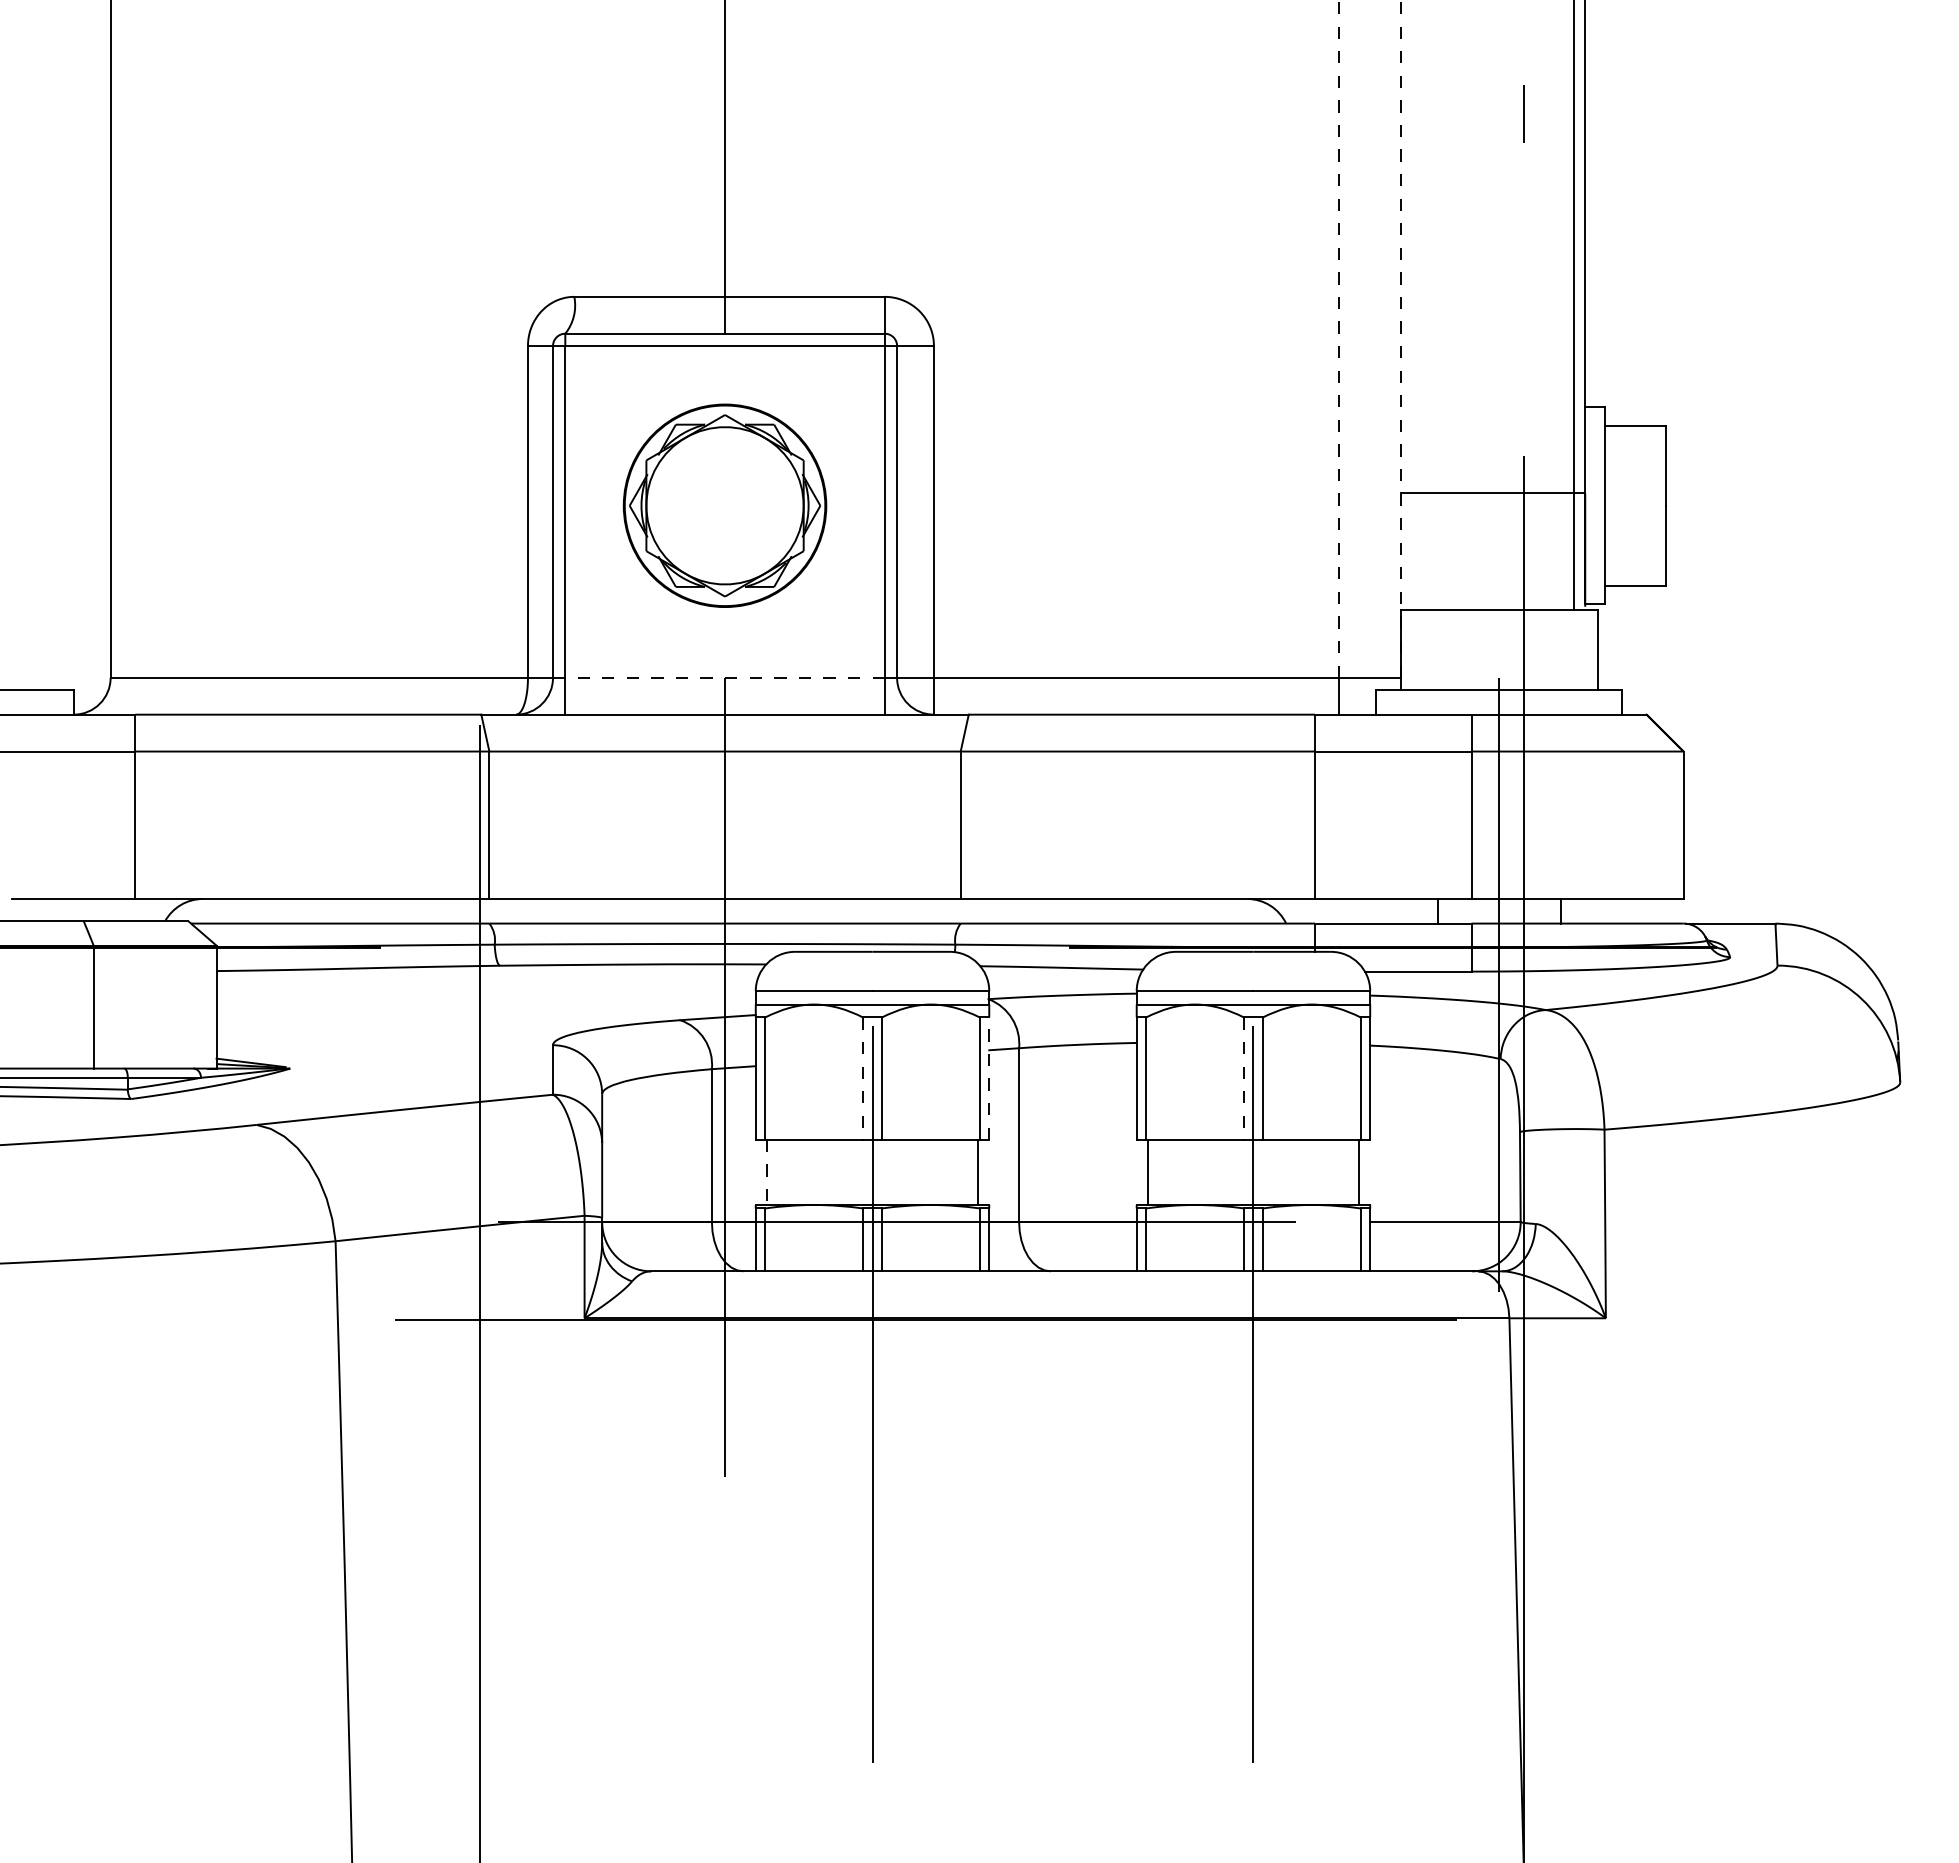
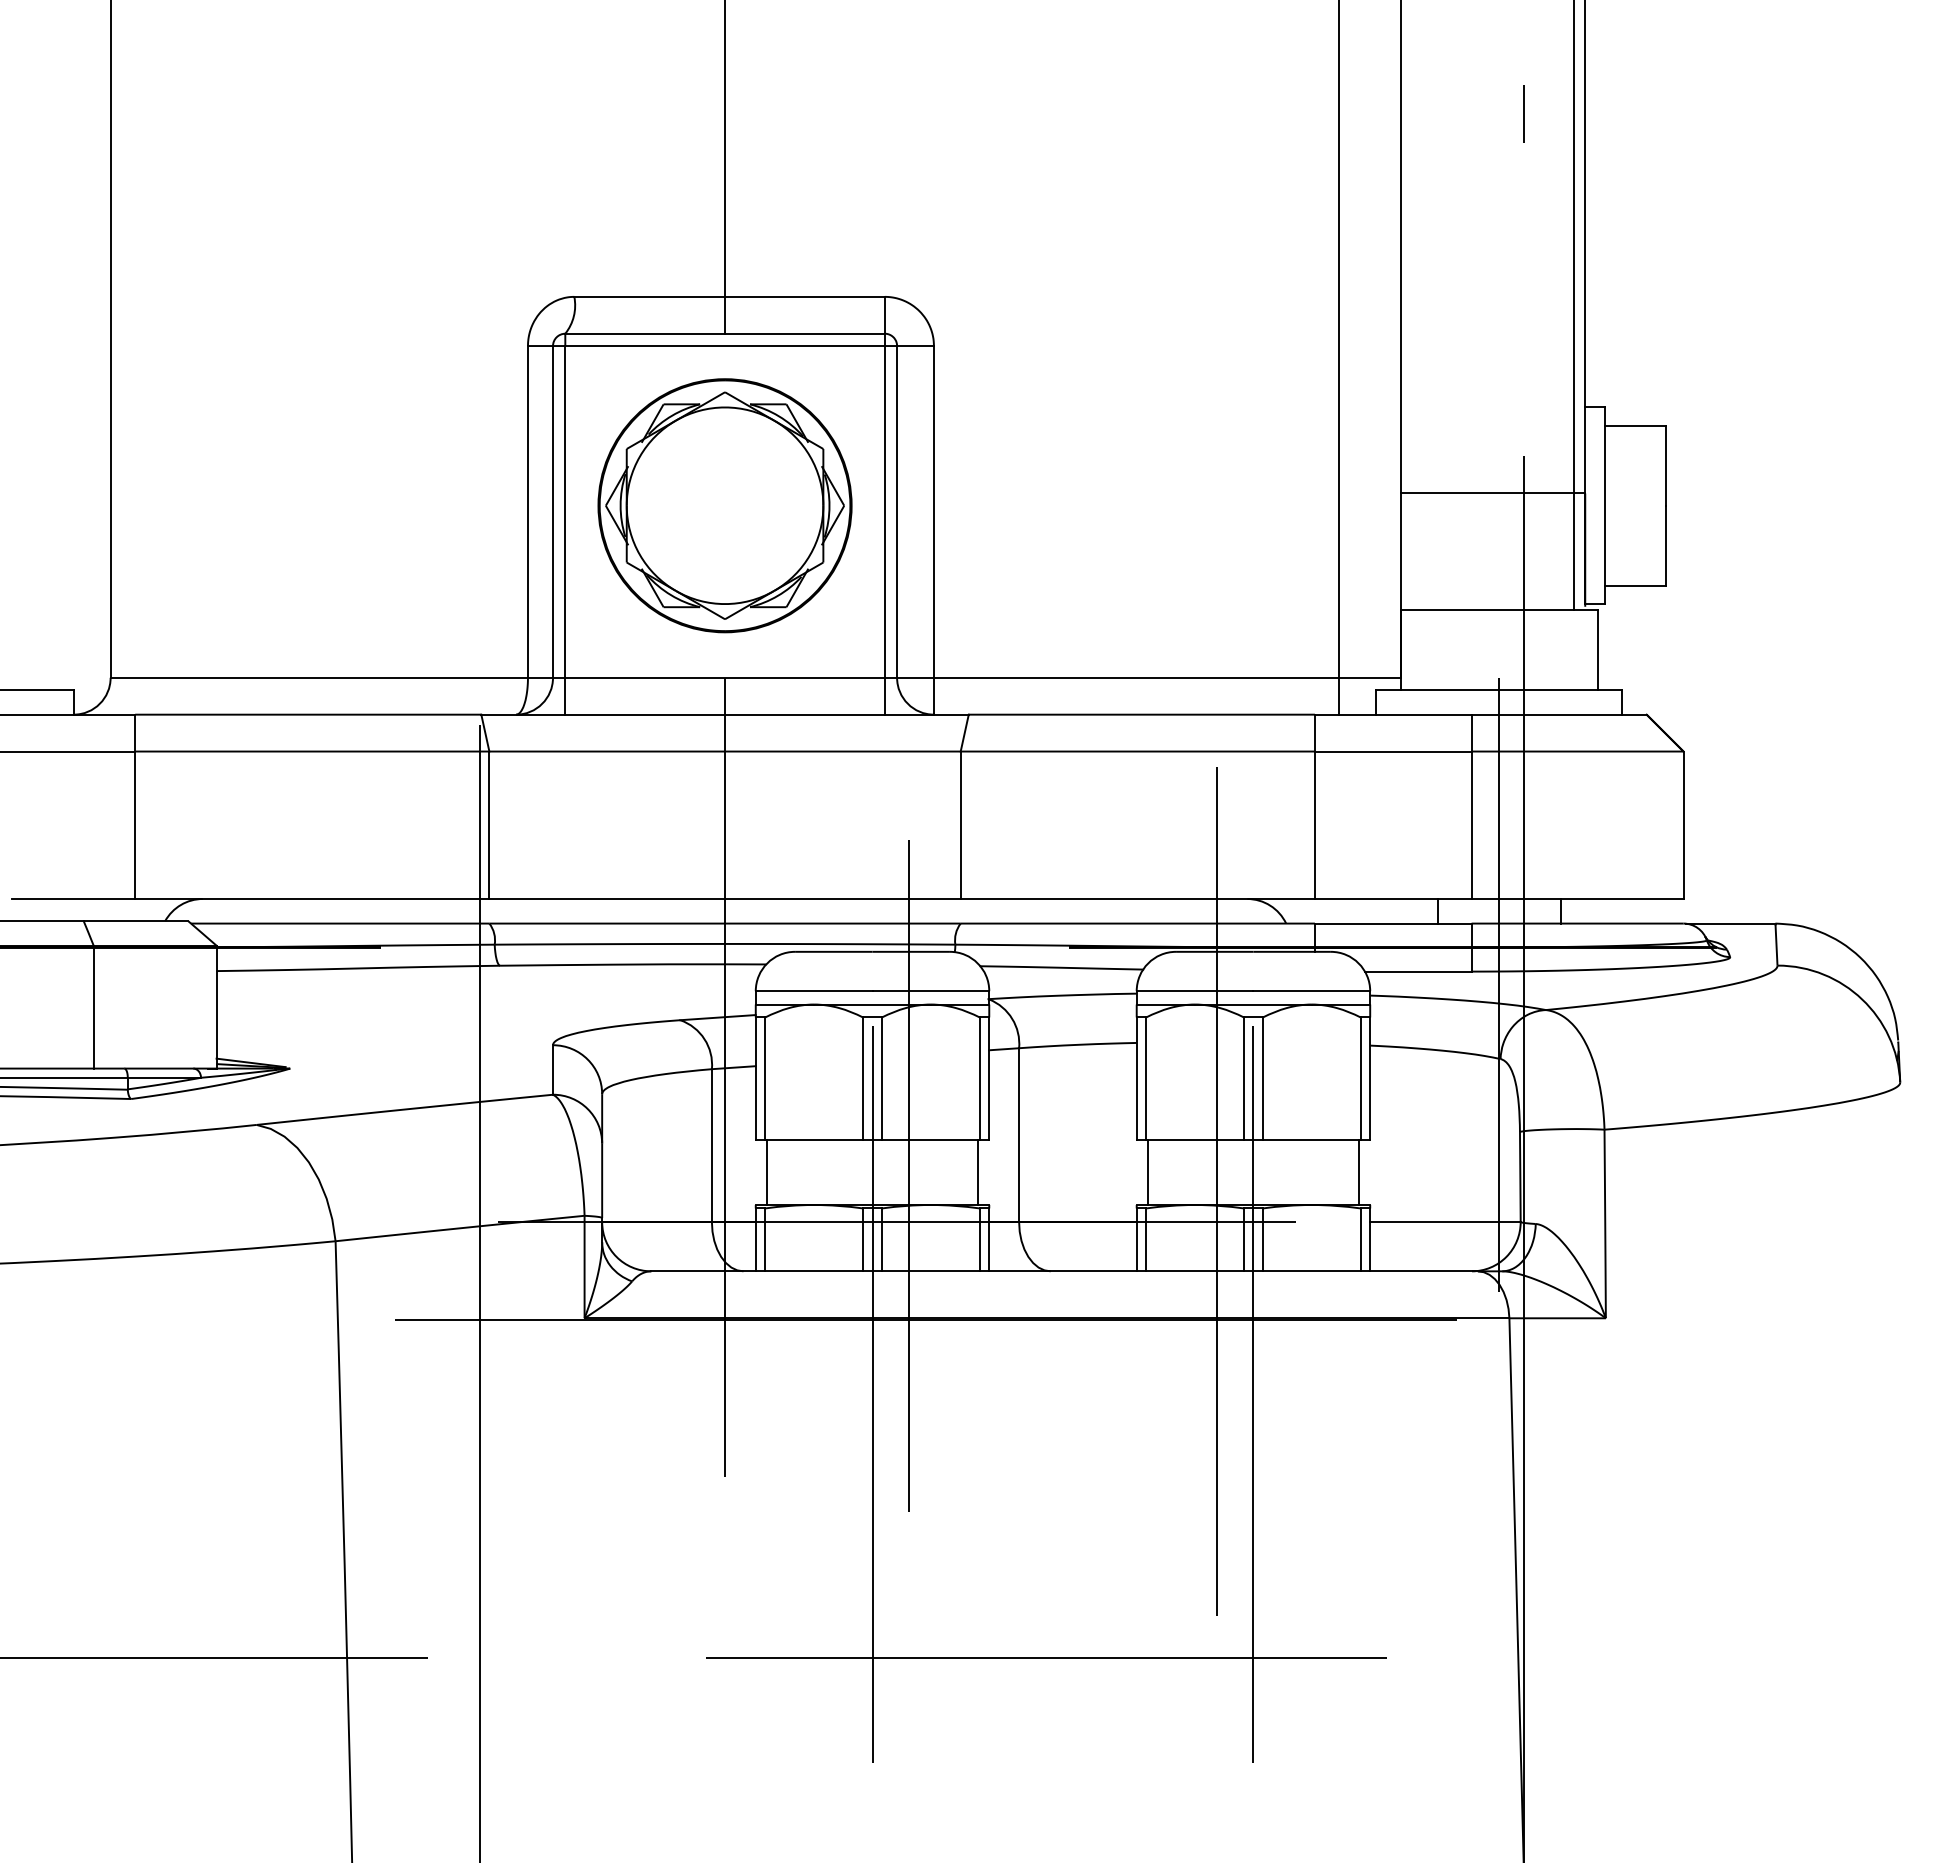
line at (1339, 339): dashed -> solid
line at (1400, 339): dashed -> solid
part at (724, 505) size: 206x205 px -> 256x256 px
line at (725, 677): dashed -> solid
line at (989, 1078): dashed -> solid
line at (862, 1079): dashed -> solid
line at (1243, 1079): dashed -> solid
line at (766, 1172): dashed -> solid
line at (909, 1175): none -> present
line at (1216, 1191): none -> present
line at (215, 1658): none -> present
line at (1046, 1658): none -> present
